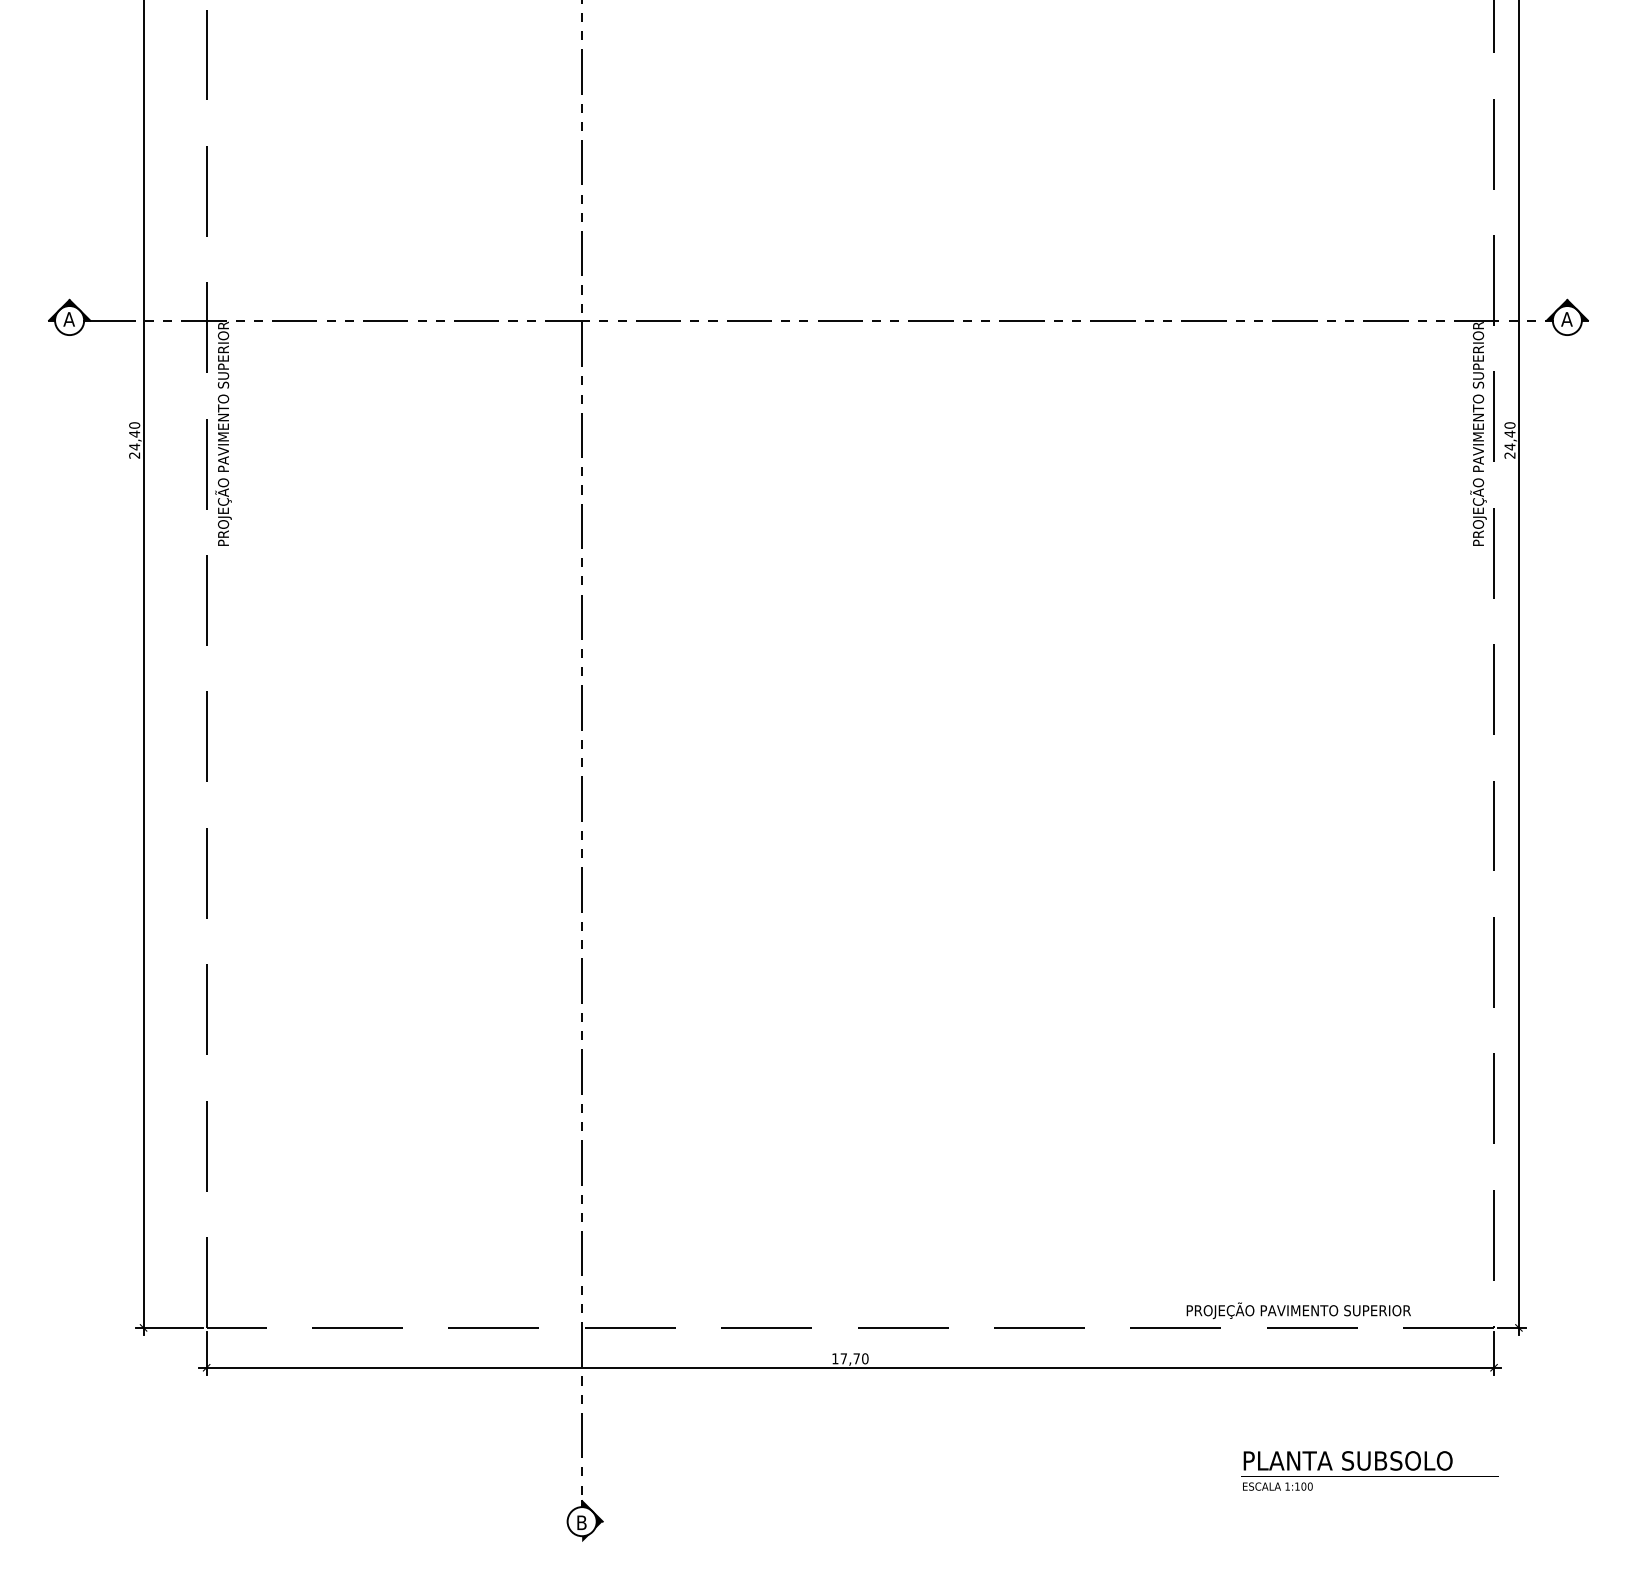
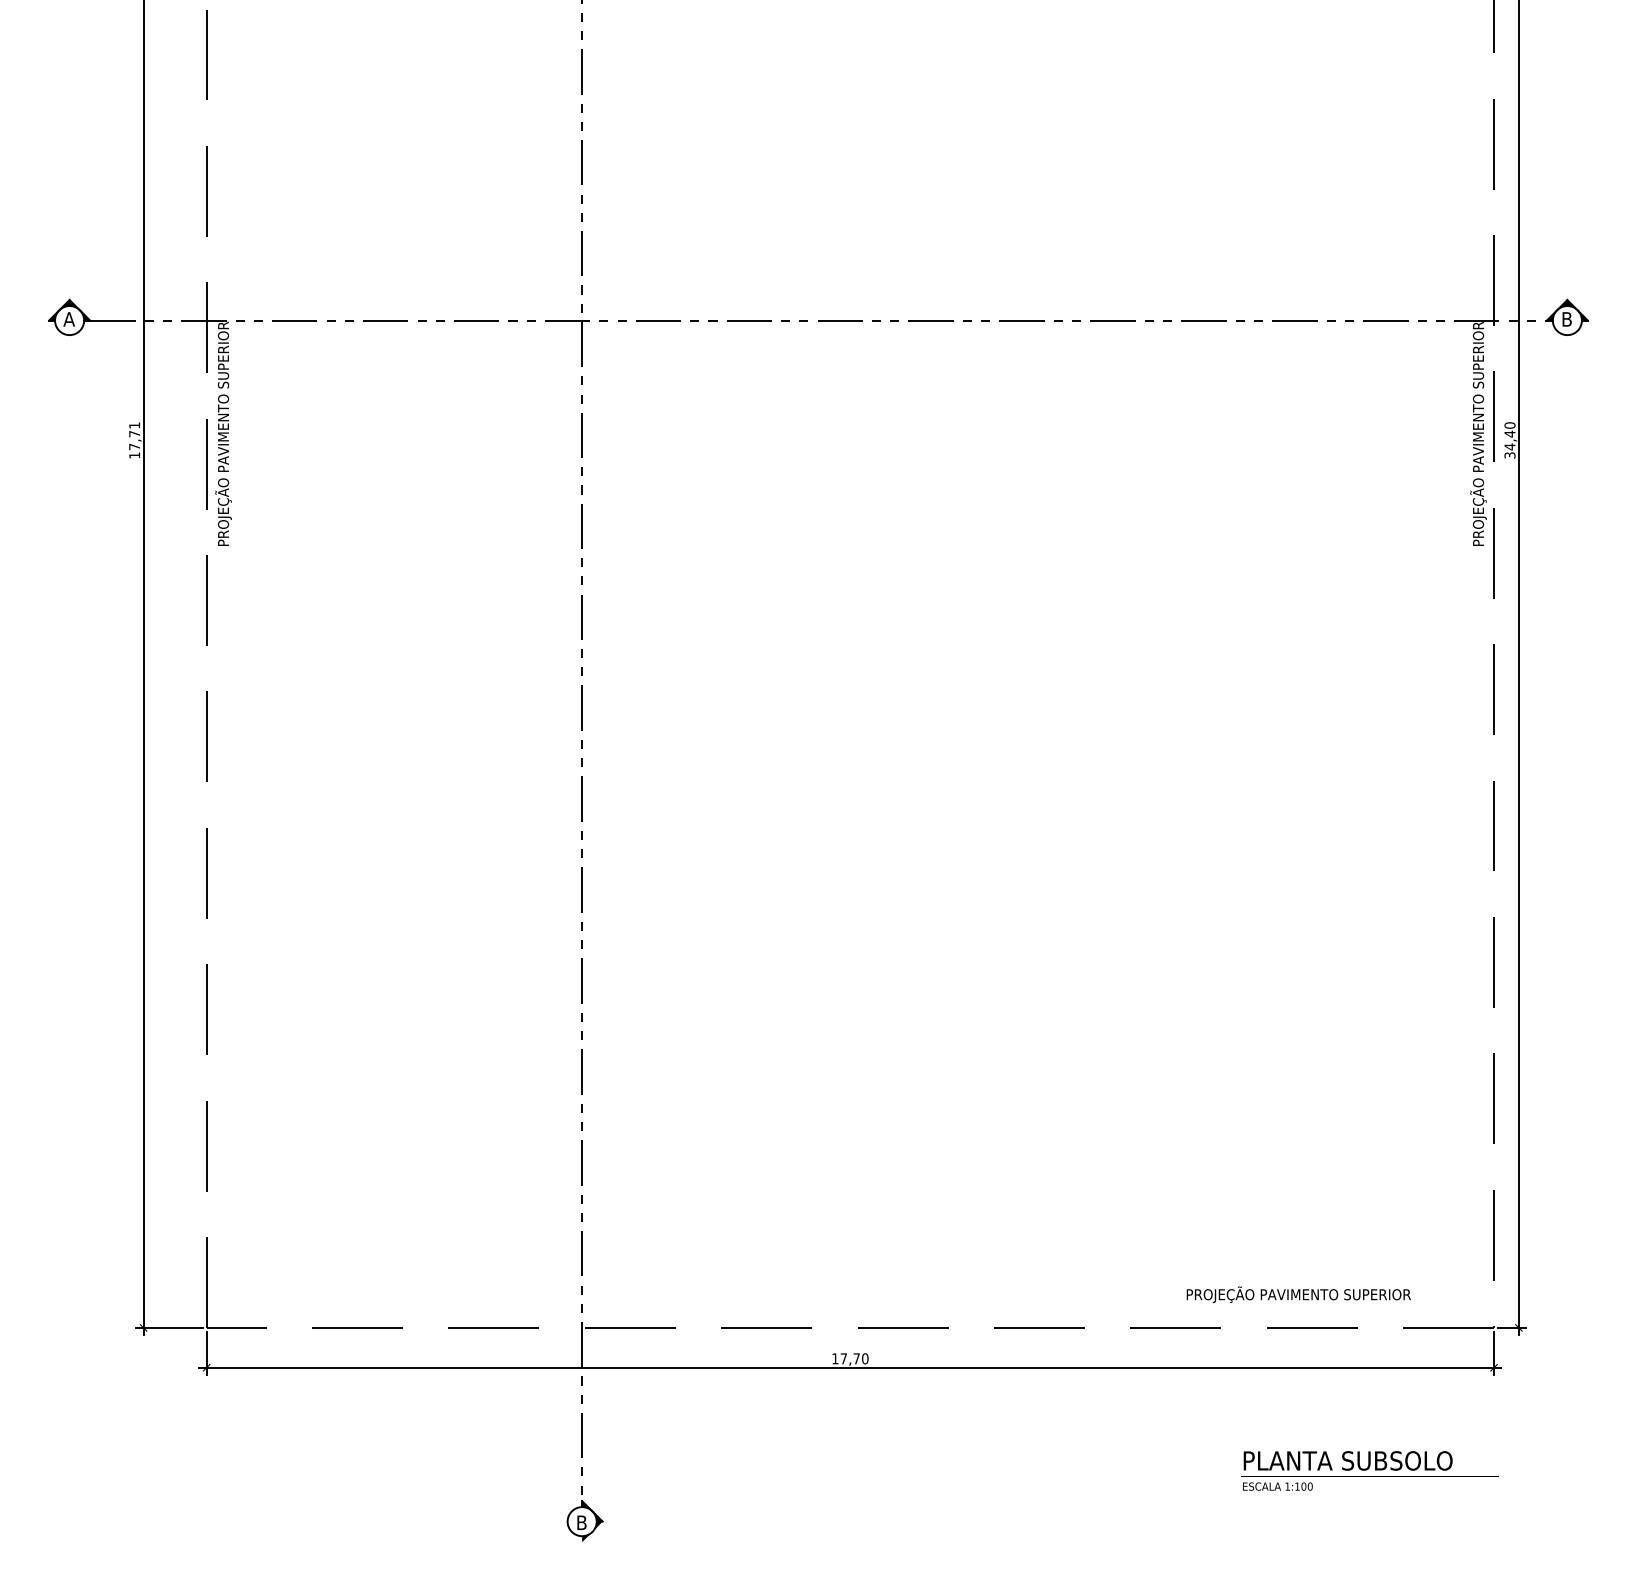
text at (1566, 319): A -> B
text at (134, 440): 24,40 -> 17,71
text at (1510, 455): 24,40 -> 34,40
text at (1298, 1310) position: (1298, 1310) -> (1298, 1294)
